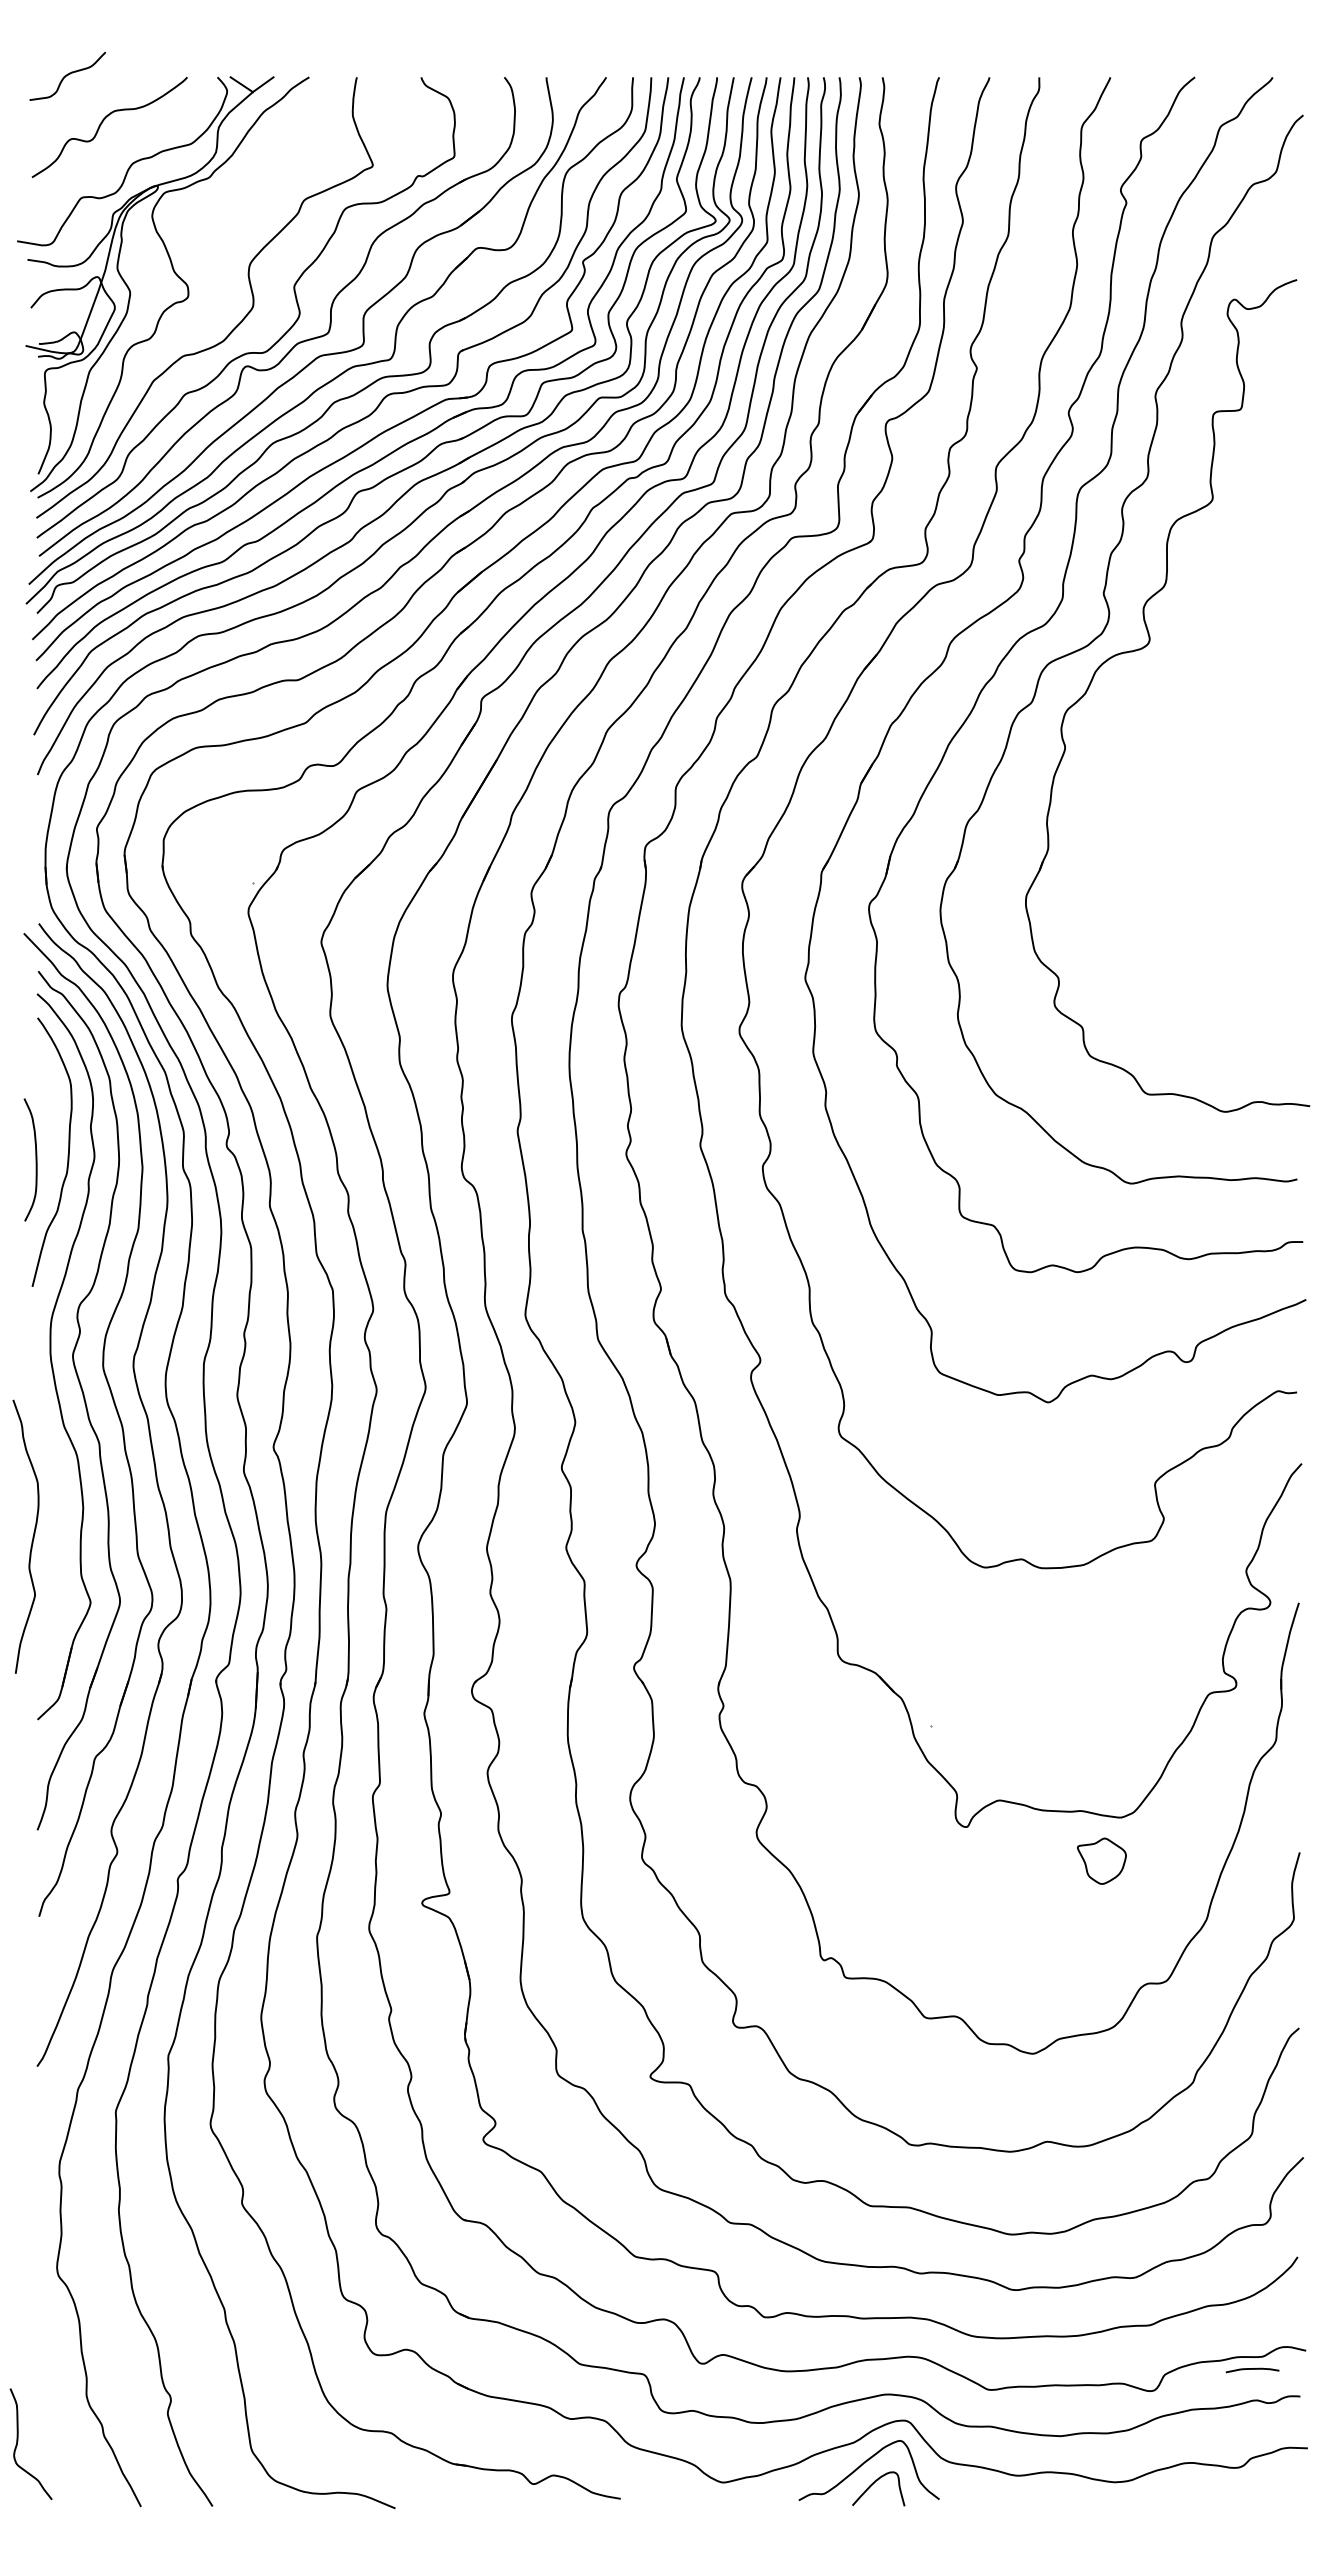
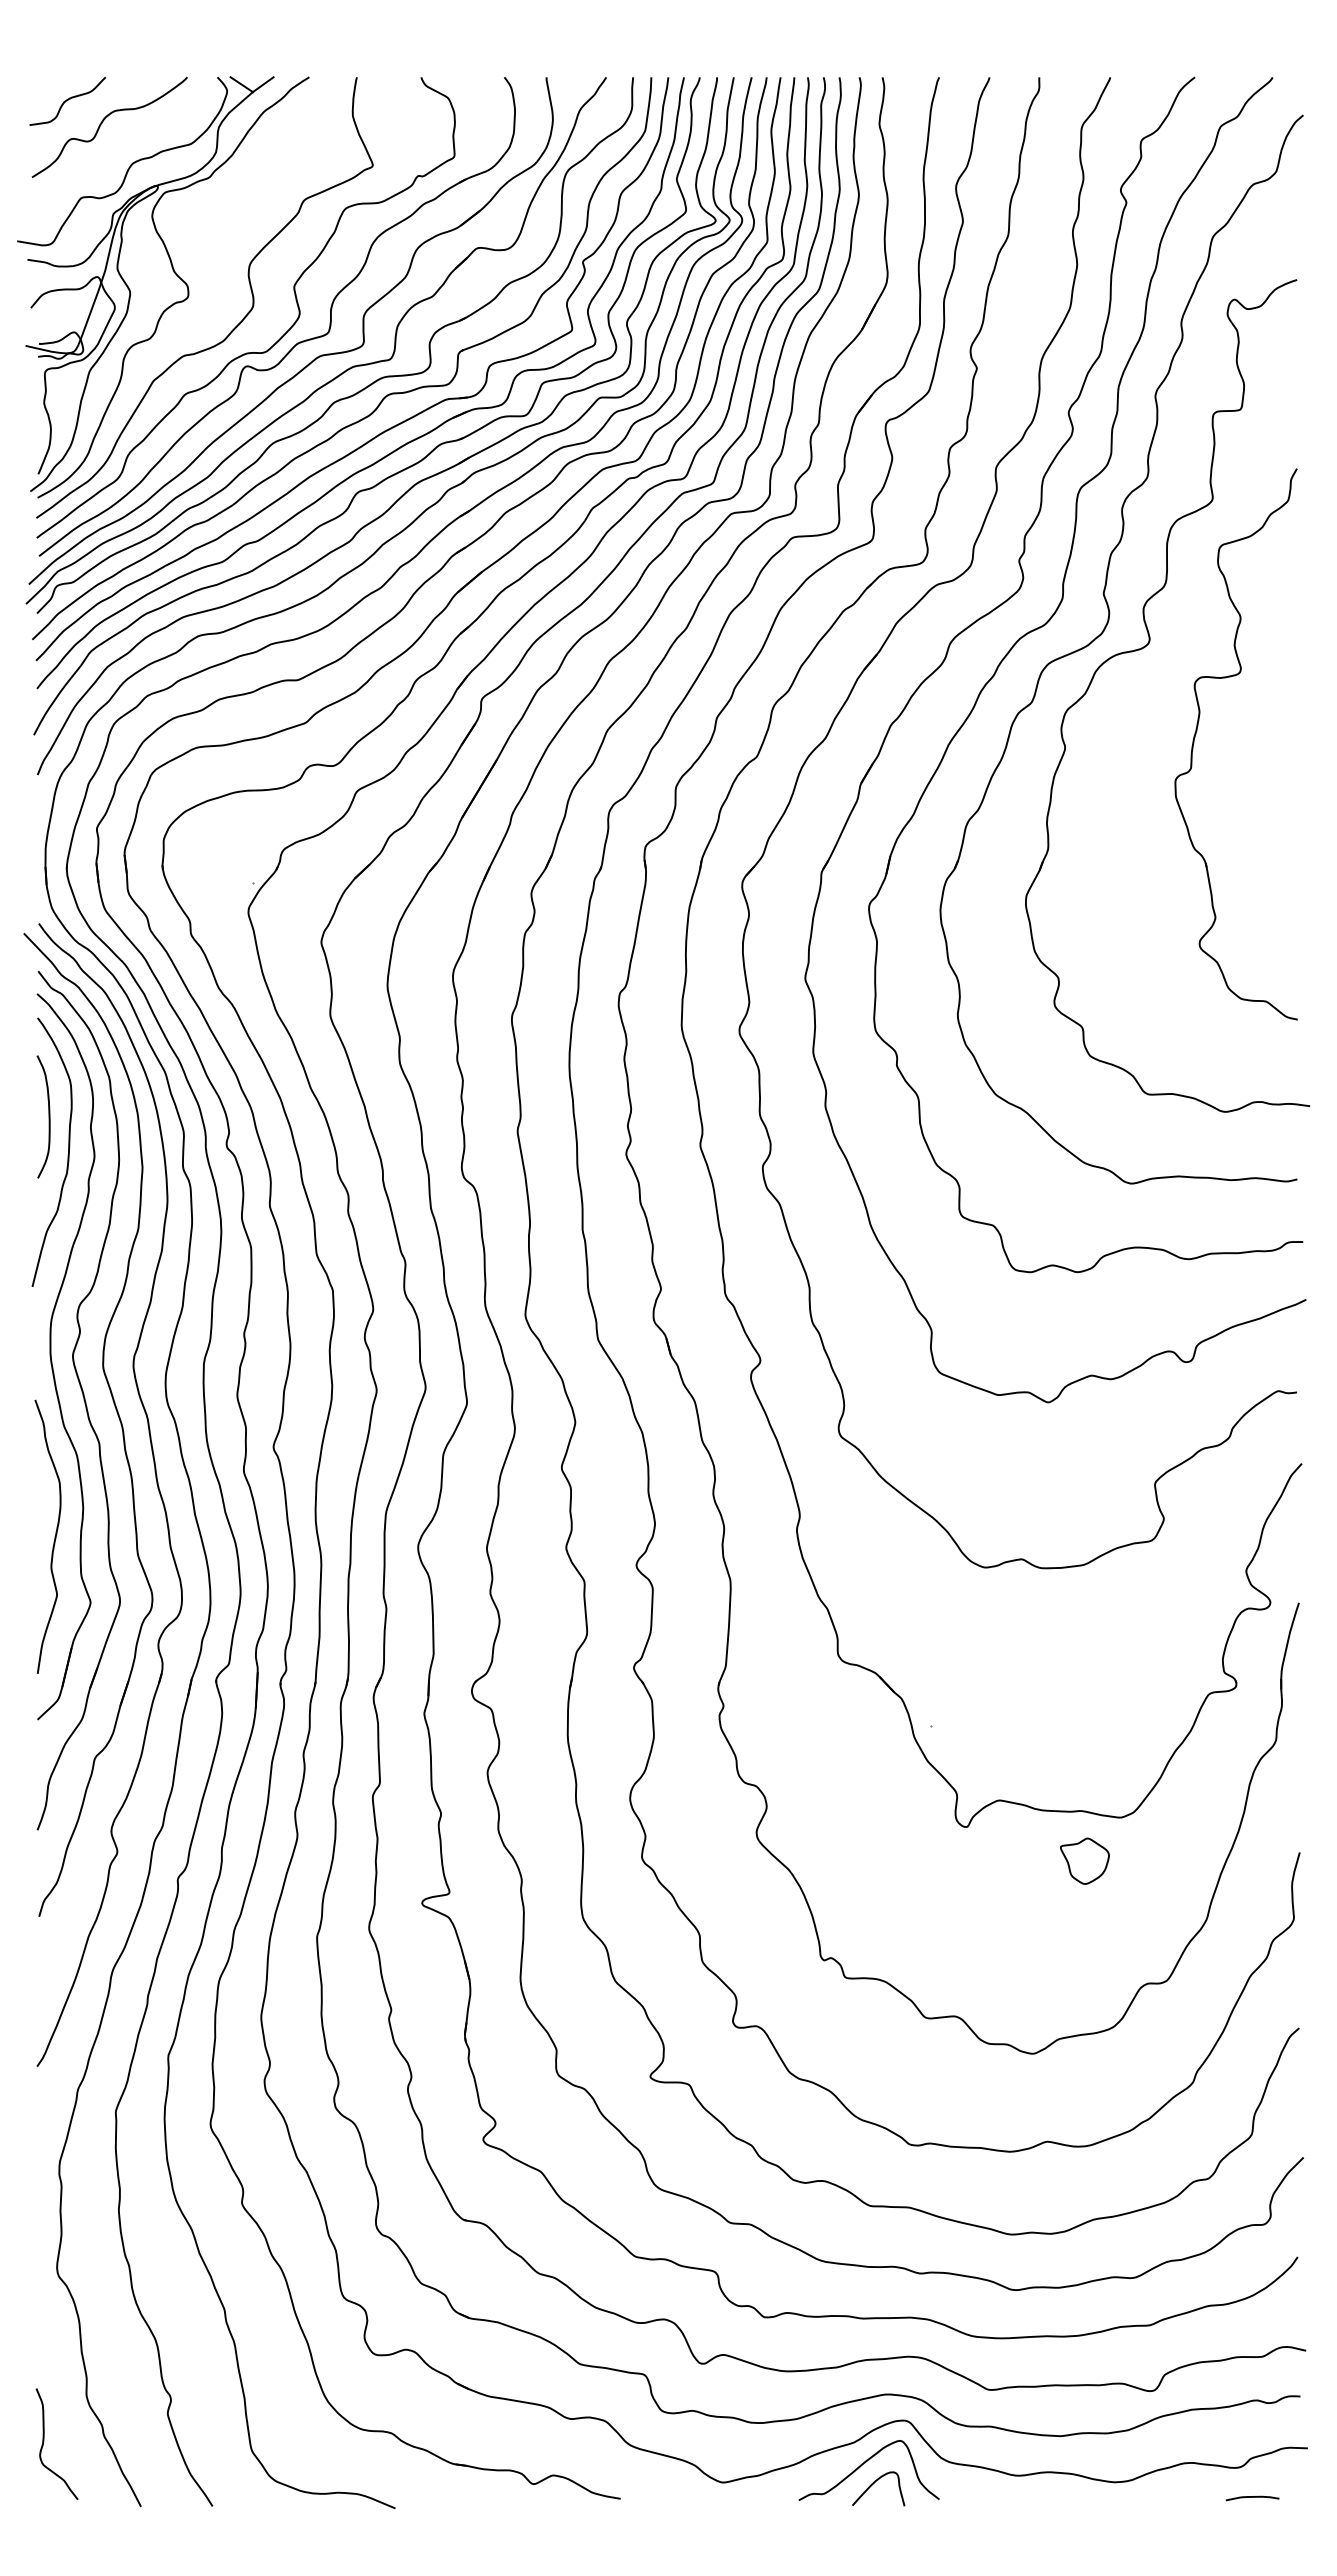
curve at (67, 76) position: (67, 76) -> (67, 101)
part at (1197, 731): none -> present
curve at (35, 1159) position: (35, 1159) -> (48, 1116)
curve at (32, 1536) position: (32, 1536) -> (54, 1536)
part at (1101, 1860) position: (1101, 1860) -> (1084, 1860)
curve at (1252, 2369) position: (1252, 2369) -> (1252, 2497)
curve at (18, 2441) position: (18, 2441) -> (44, 2441)
